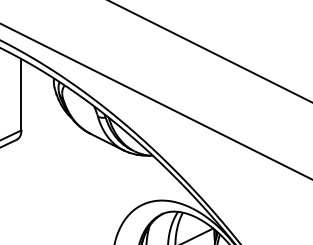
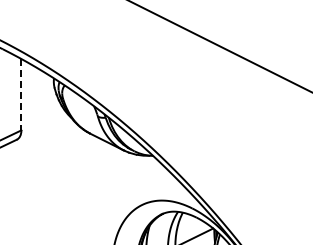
line at (210, 51) position: (210, 51) -> (220, 46)
line at (21, 94): solid -> dashed
line at (155, 101): present -> none
